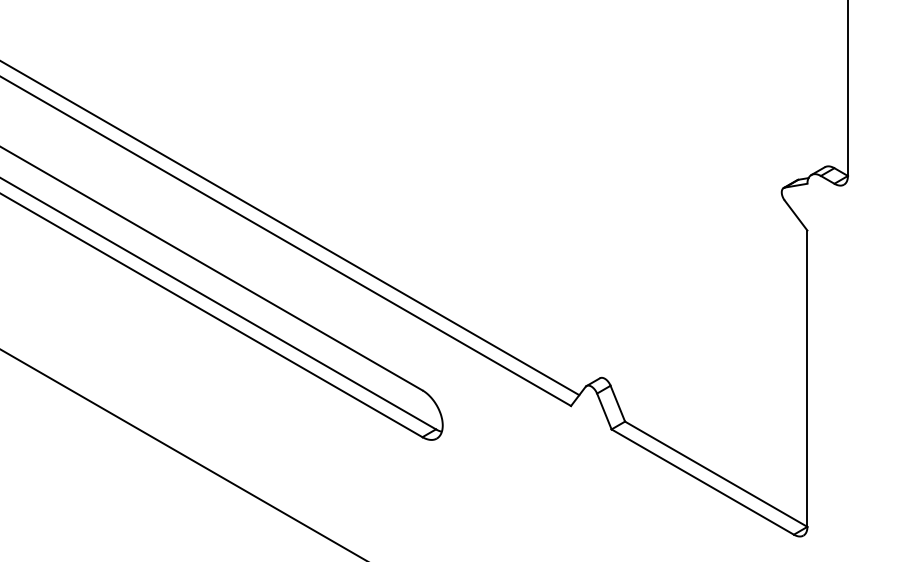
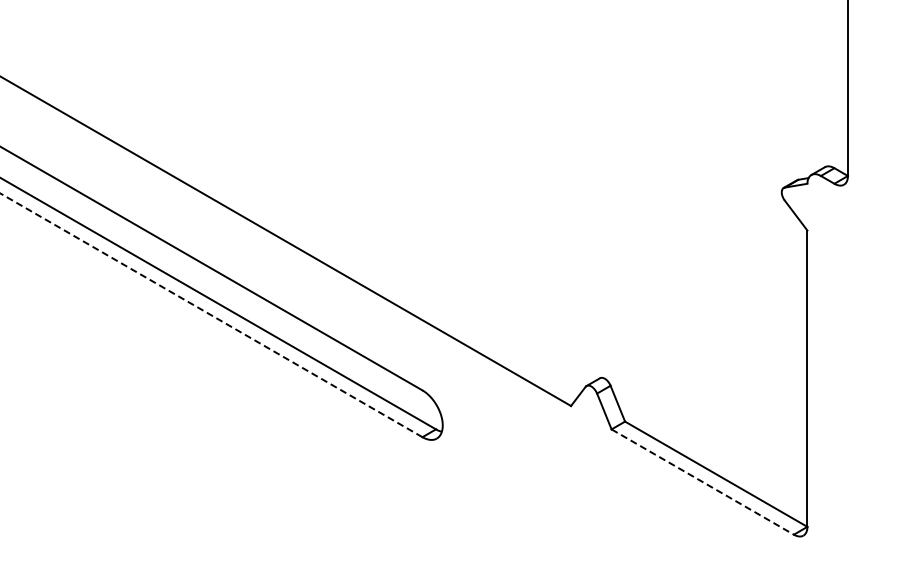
line at (290, 228): present -> none
line at (211, 315): solid -> dashed
line at (182, 454): present -> none
line at (703, 482): solid -> dashed
